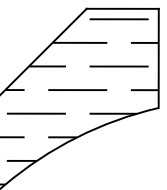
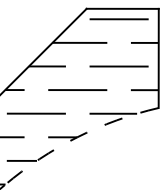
arc at (77, 137): solid -> dashed
